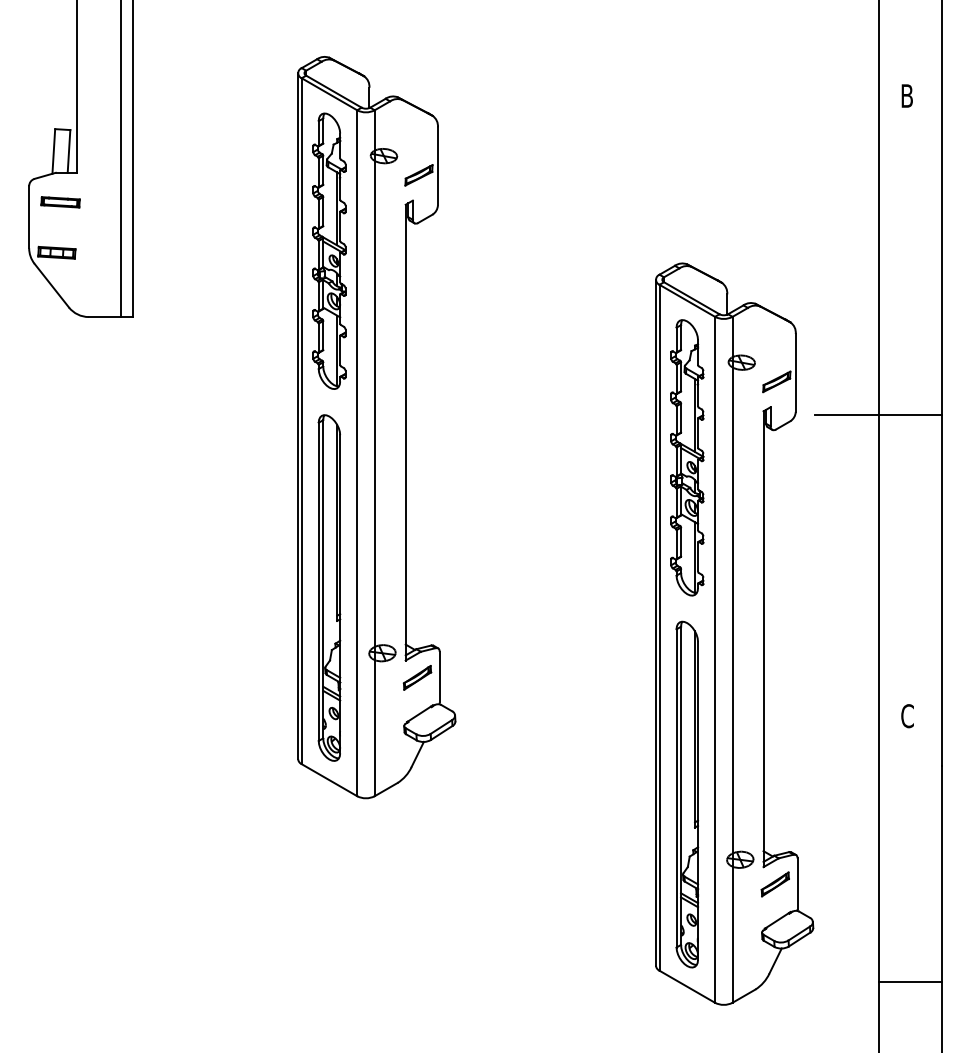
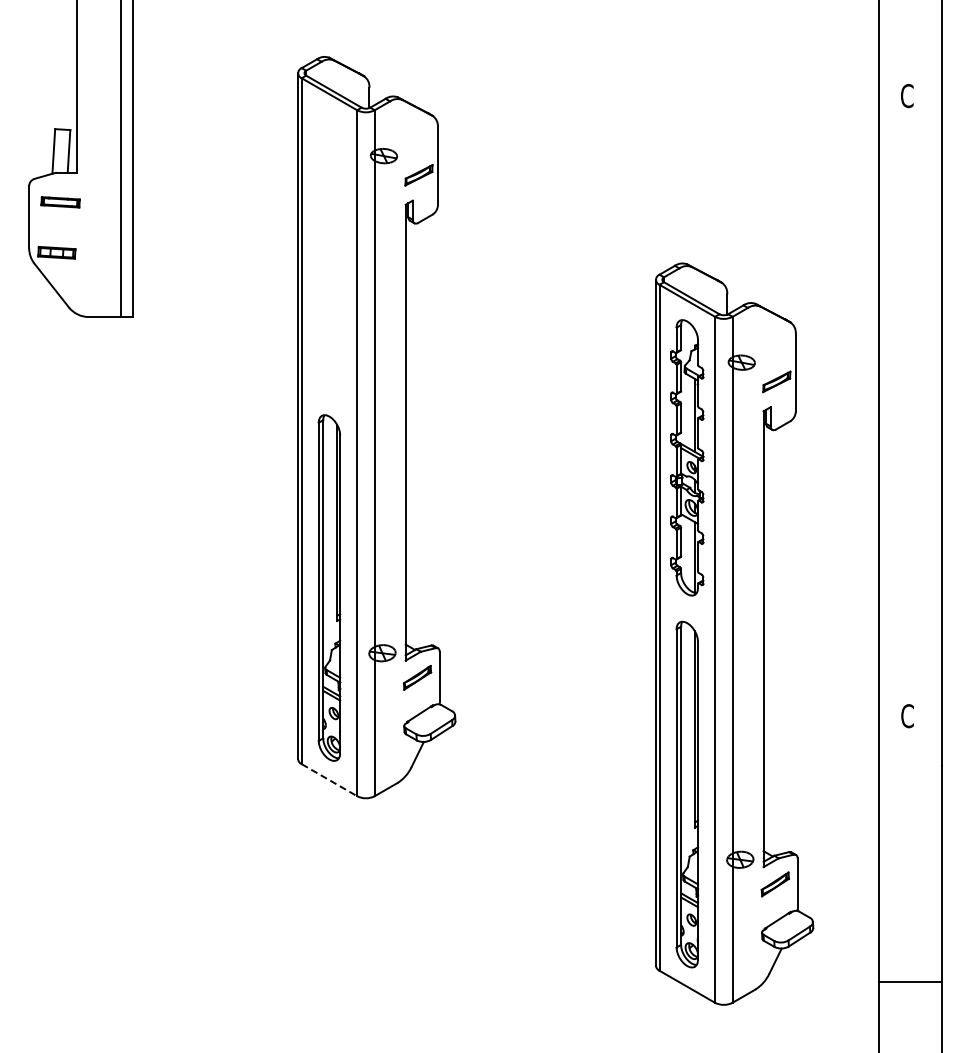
text at (907, 96): B -> C
part at (329, 250): present -> none
line at (878, 415): present -> none
line at (329, 780): solid -> dashed
